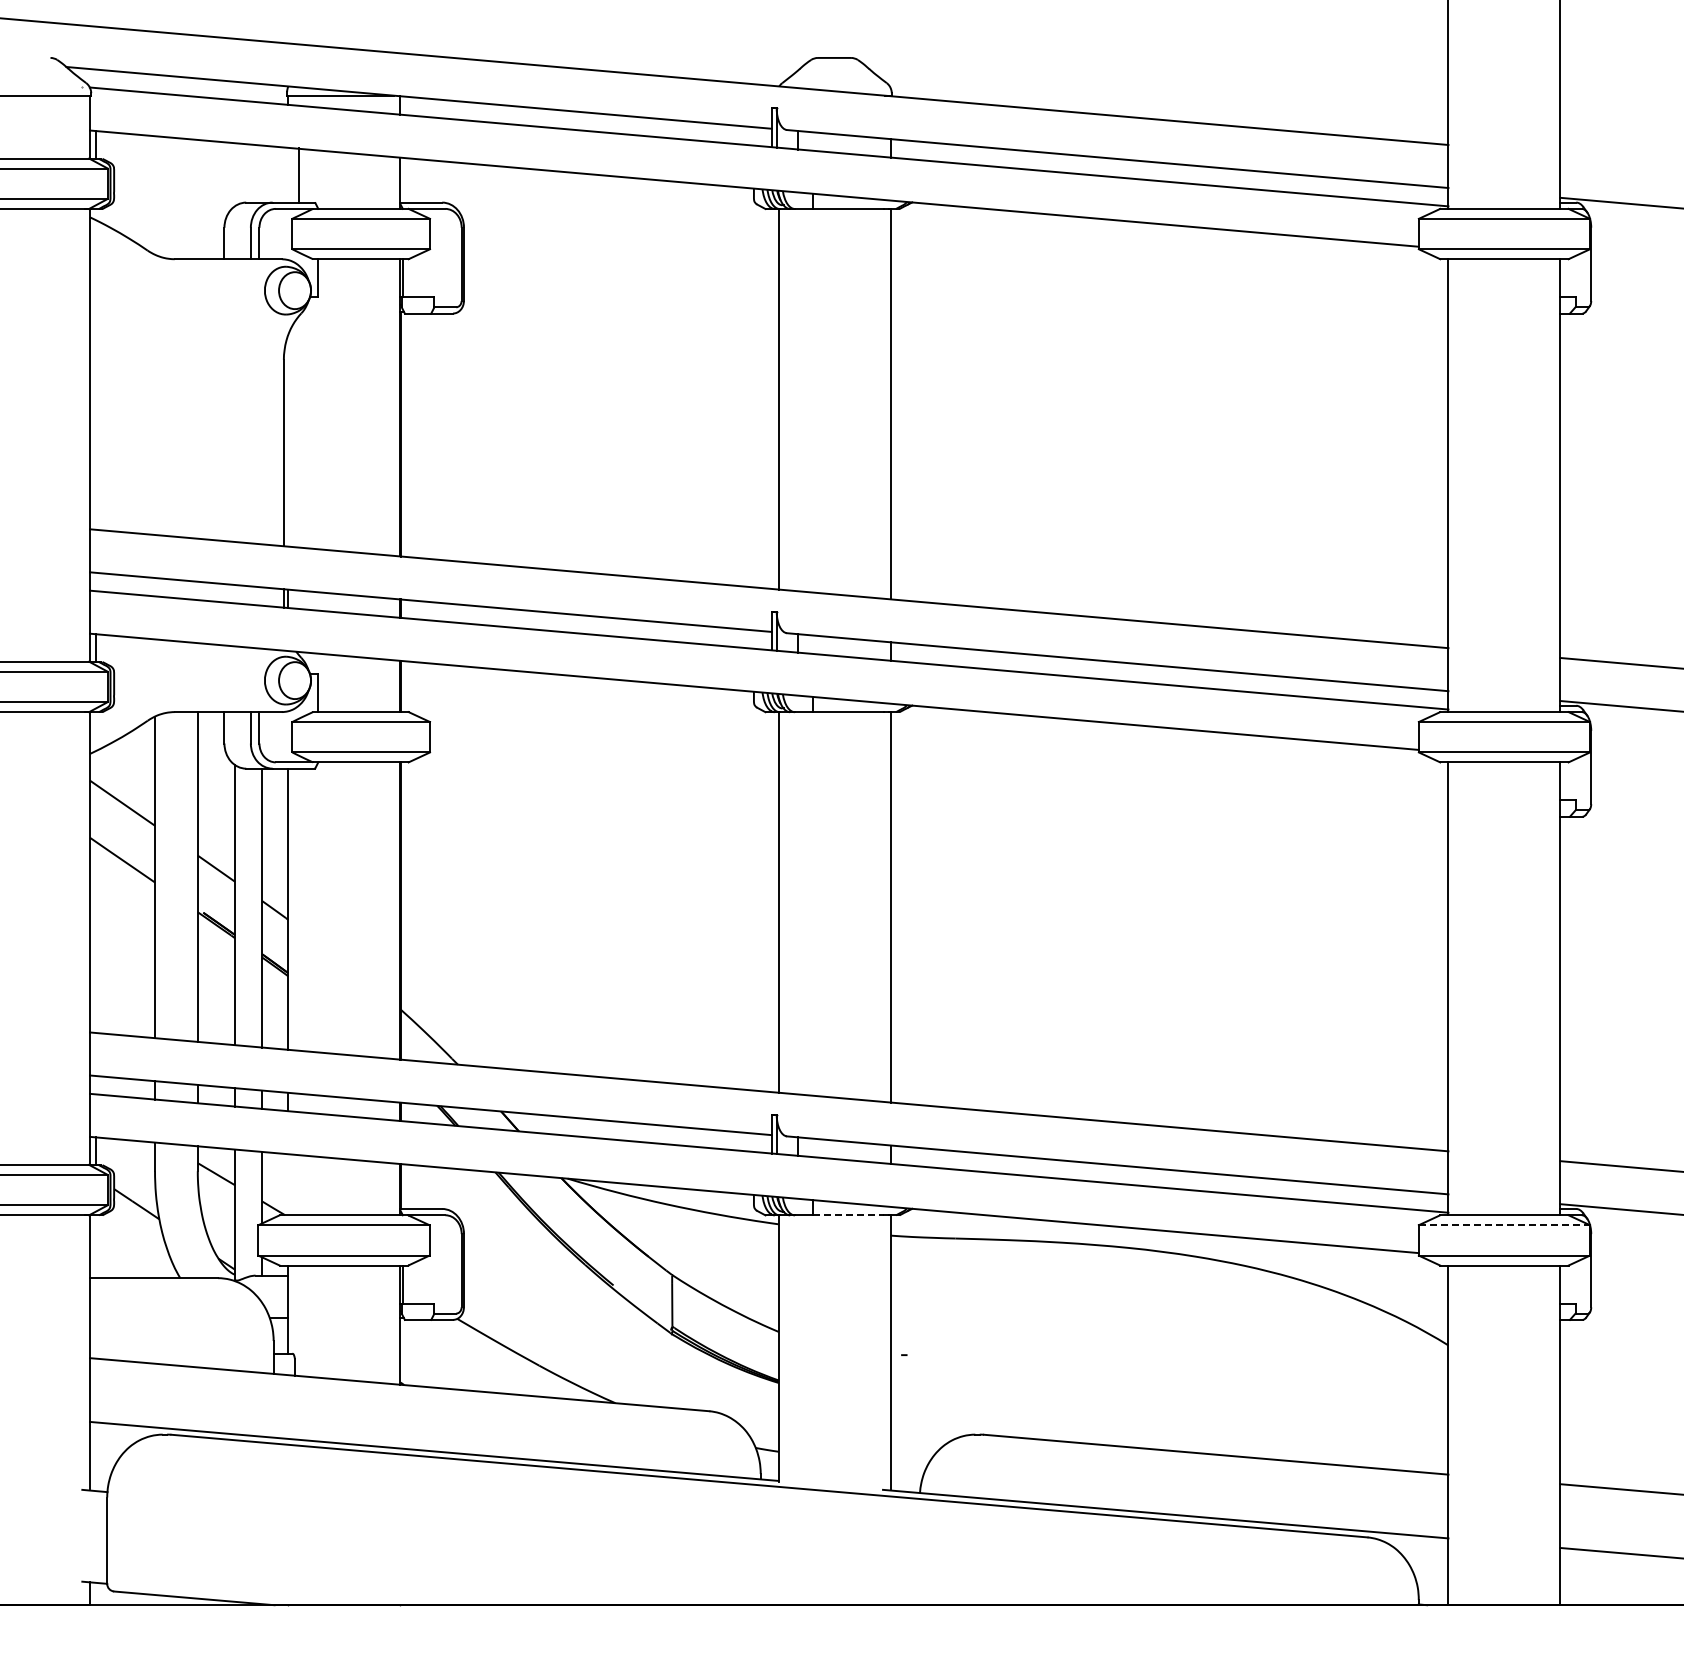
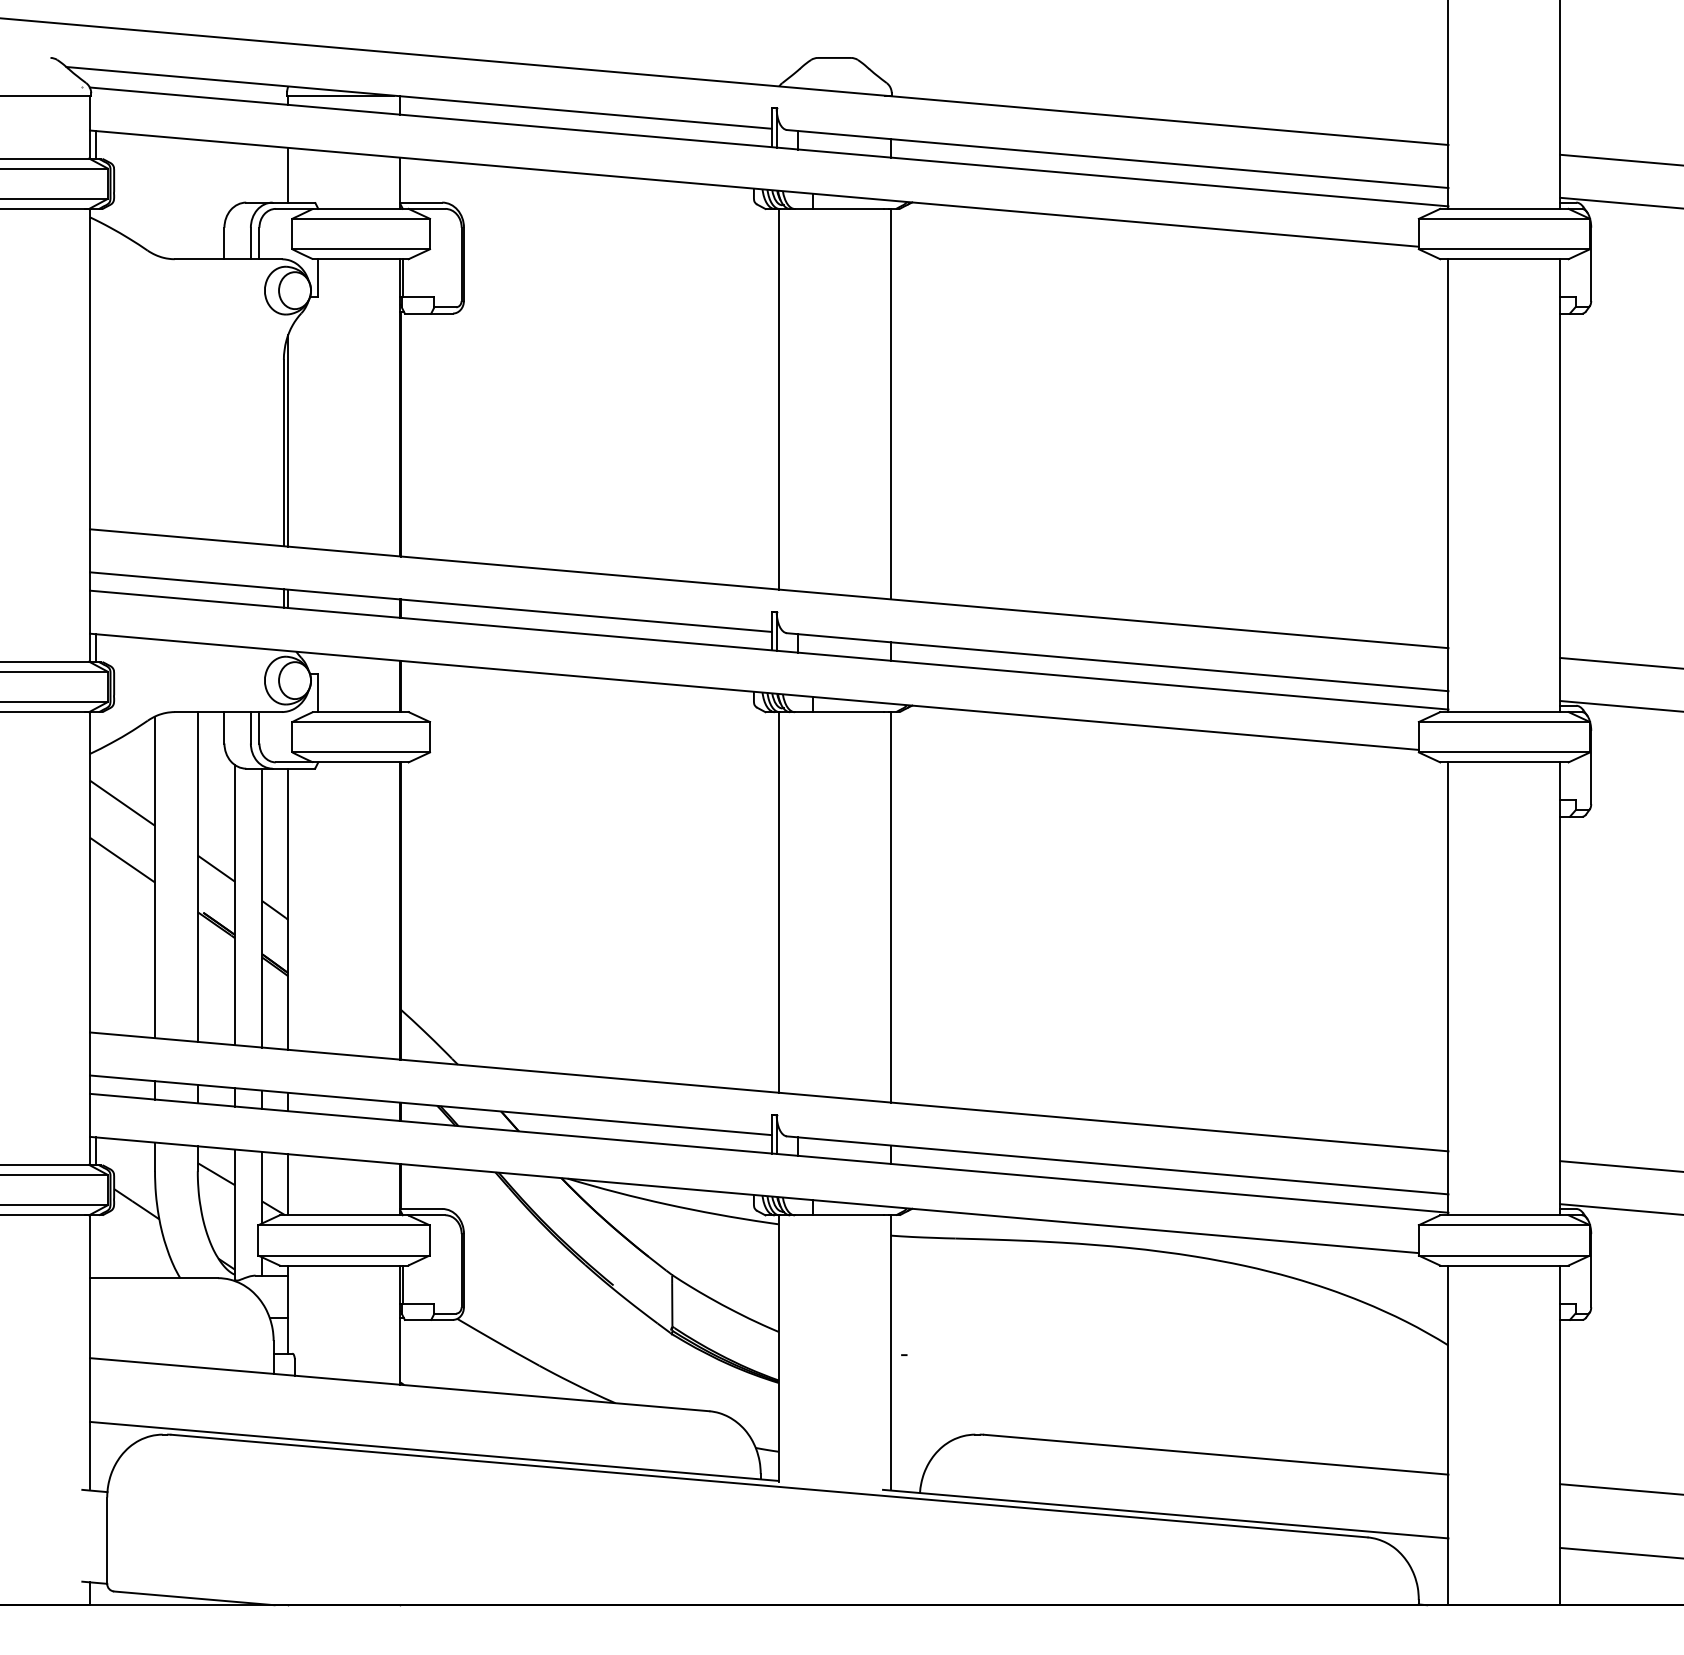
line at (1620, 159): none -> present
line at (299, 174) position: (299, 174) -> (288, 174)
line at (288, 440): none -> present
line at (288, 1184): none -> present
line at (848, 1215): dashed -> solid
line at (1504, 1225): dashed -> solid
